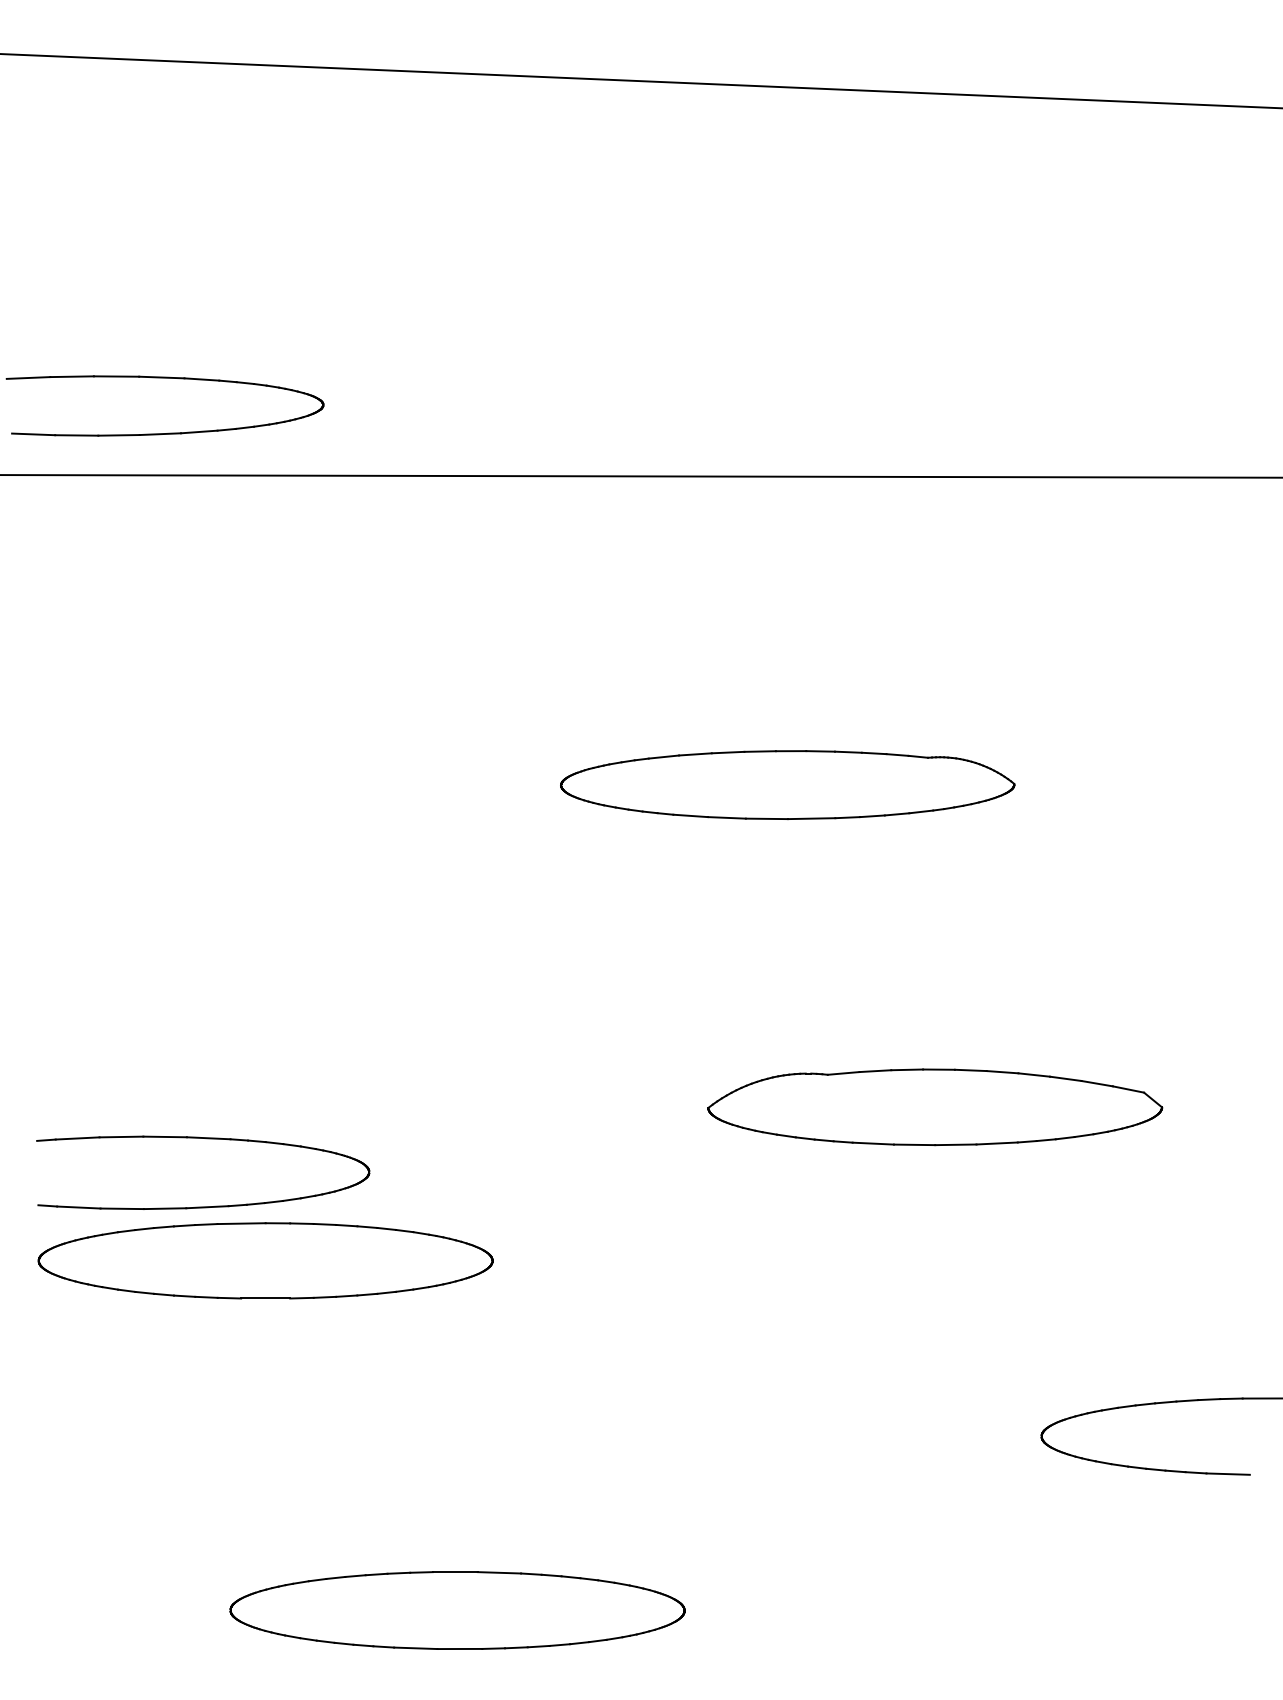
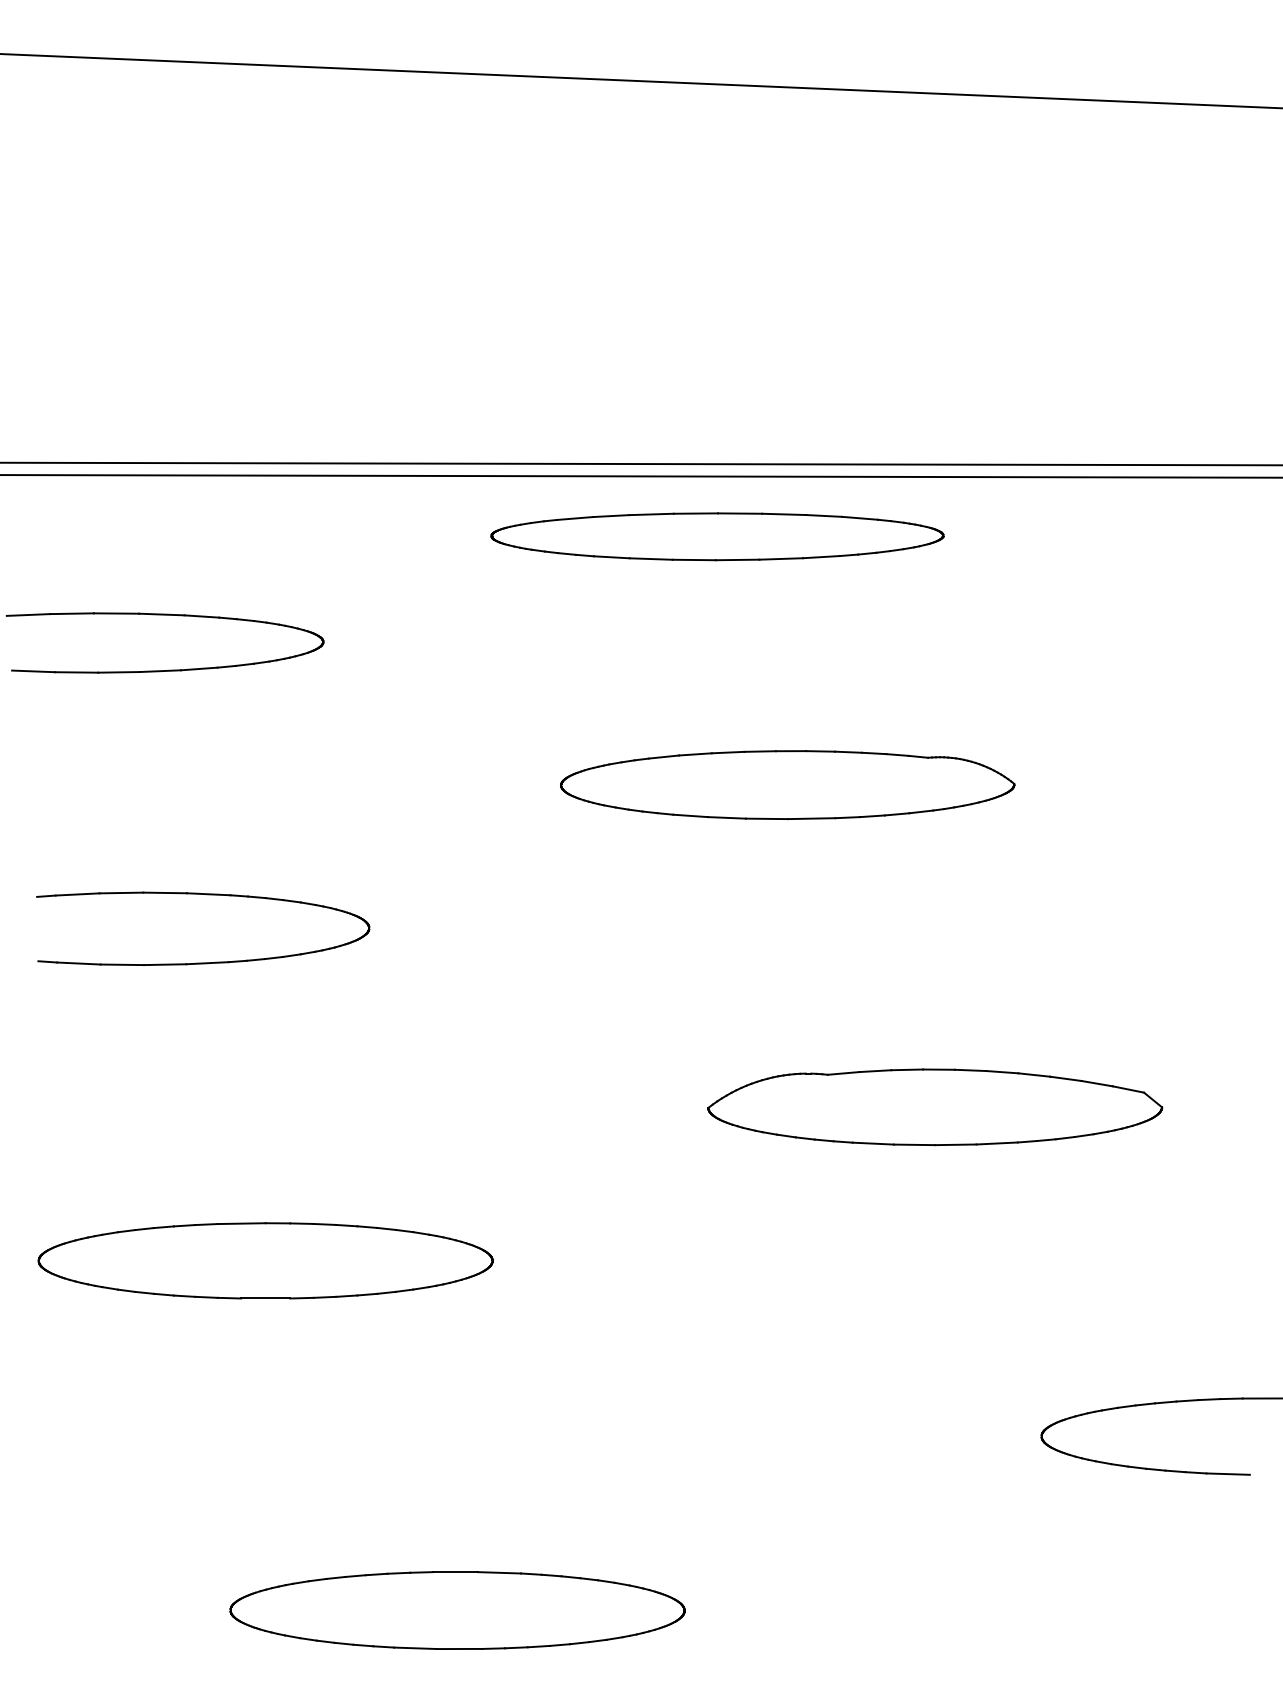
part at (164, 378) position: (164, 378) -> (164, 615)
line at (640, 463): none -> present
part at (717, 536): none -> present
part at (206, 1139) position: (206, 1139) -> (206, 895)
